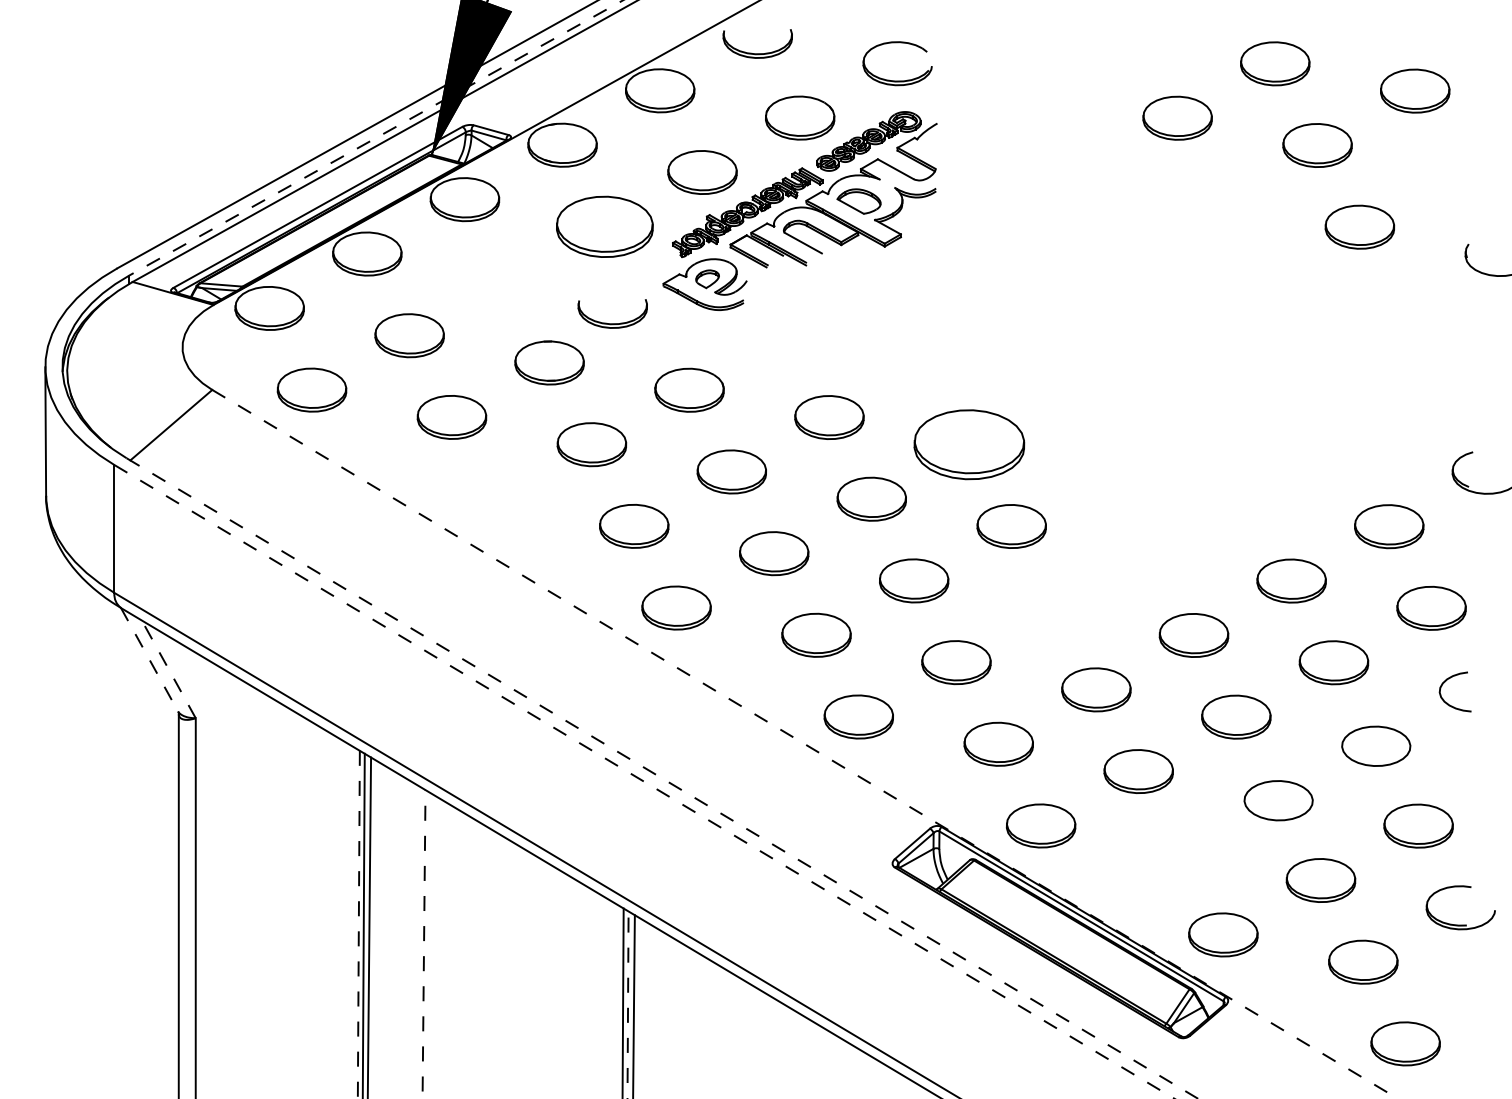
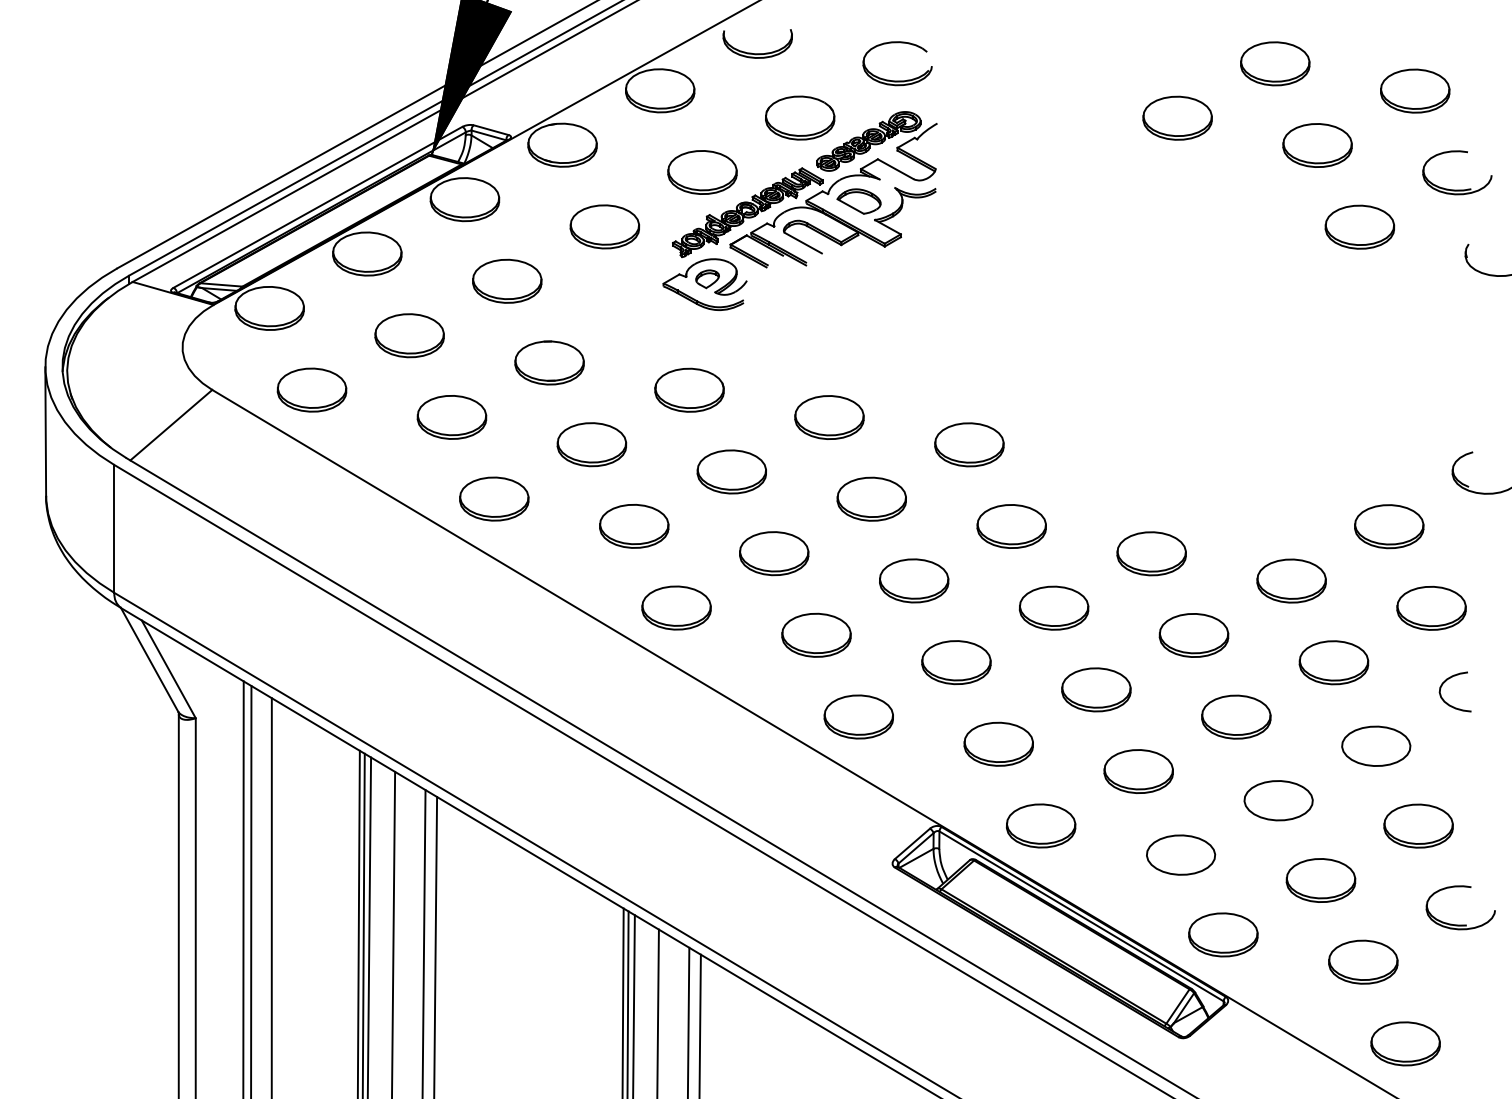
line at (376, 137): dashed -> solid
part at (1457, 189): none -> present
part at (604, 226) size: 98x63 px -> 72x46 px
part at (507, 280): none -> present
part at (612, 323): present -> none
part at (969, 444) size: 113x72 px -> 71x46 px
part at (494, 498): none -> present
part at (1151, 553): none -> present
part at (1053, 607): none -> present
line at (149, 660): dashed -> solid
line at (168, 669): dashed -> solid
line at (805, 744): dashed -> solid
line at (662, 778): dashed -> solid
line at (644, 782): dashed -> solid
part at (1181, 854): none -> present
line at (243, 888): none -> present
line at (251, 890): none -> present
line at (271, 896): none -> present
line at (358, 924): dashed -> solid
line at (393, 933): none -> present
line at (424, 944): dashed -> solid
line at (435, 945): none -> present
line at (628, 1004): dashed -> solid
line at (657, 1012): none -> present
line at (688, 1021): none -> present
line at (699, 1024): none -> present
